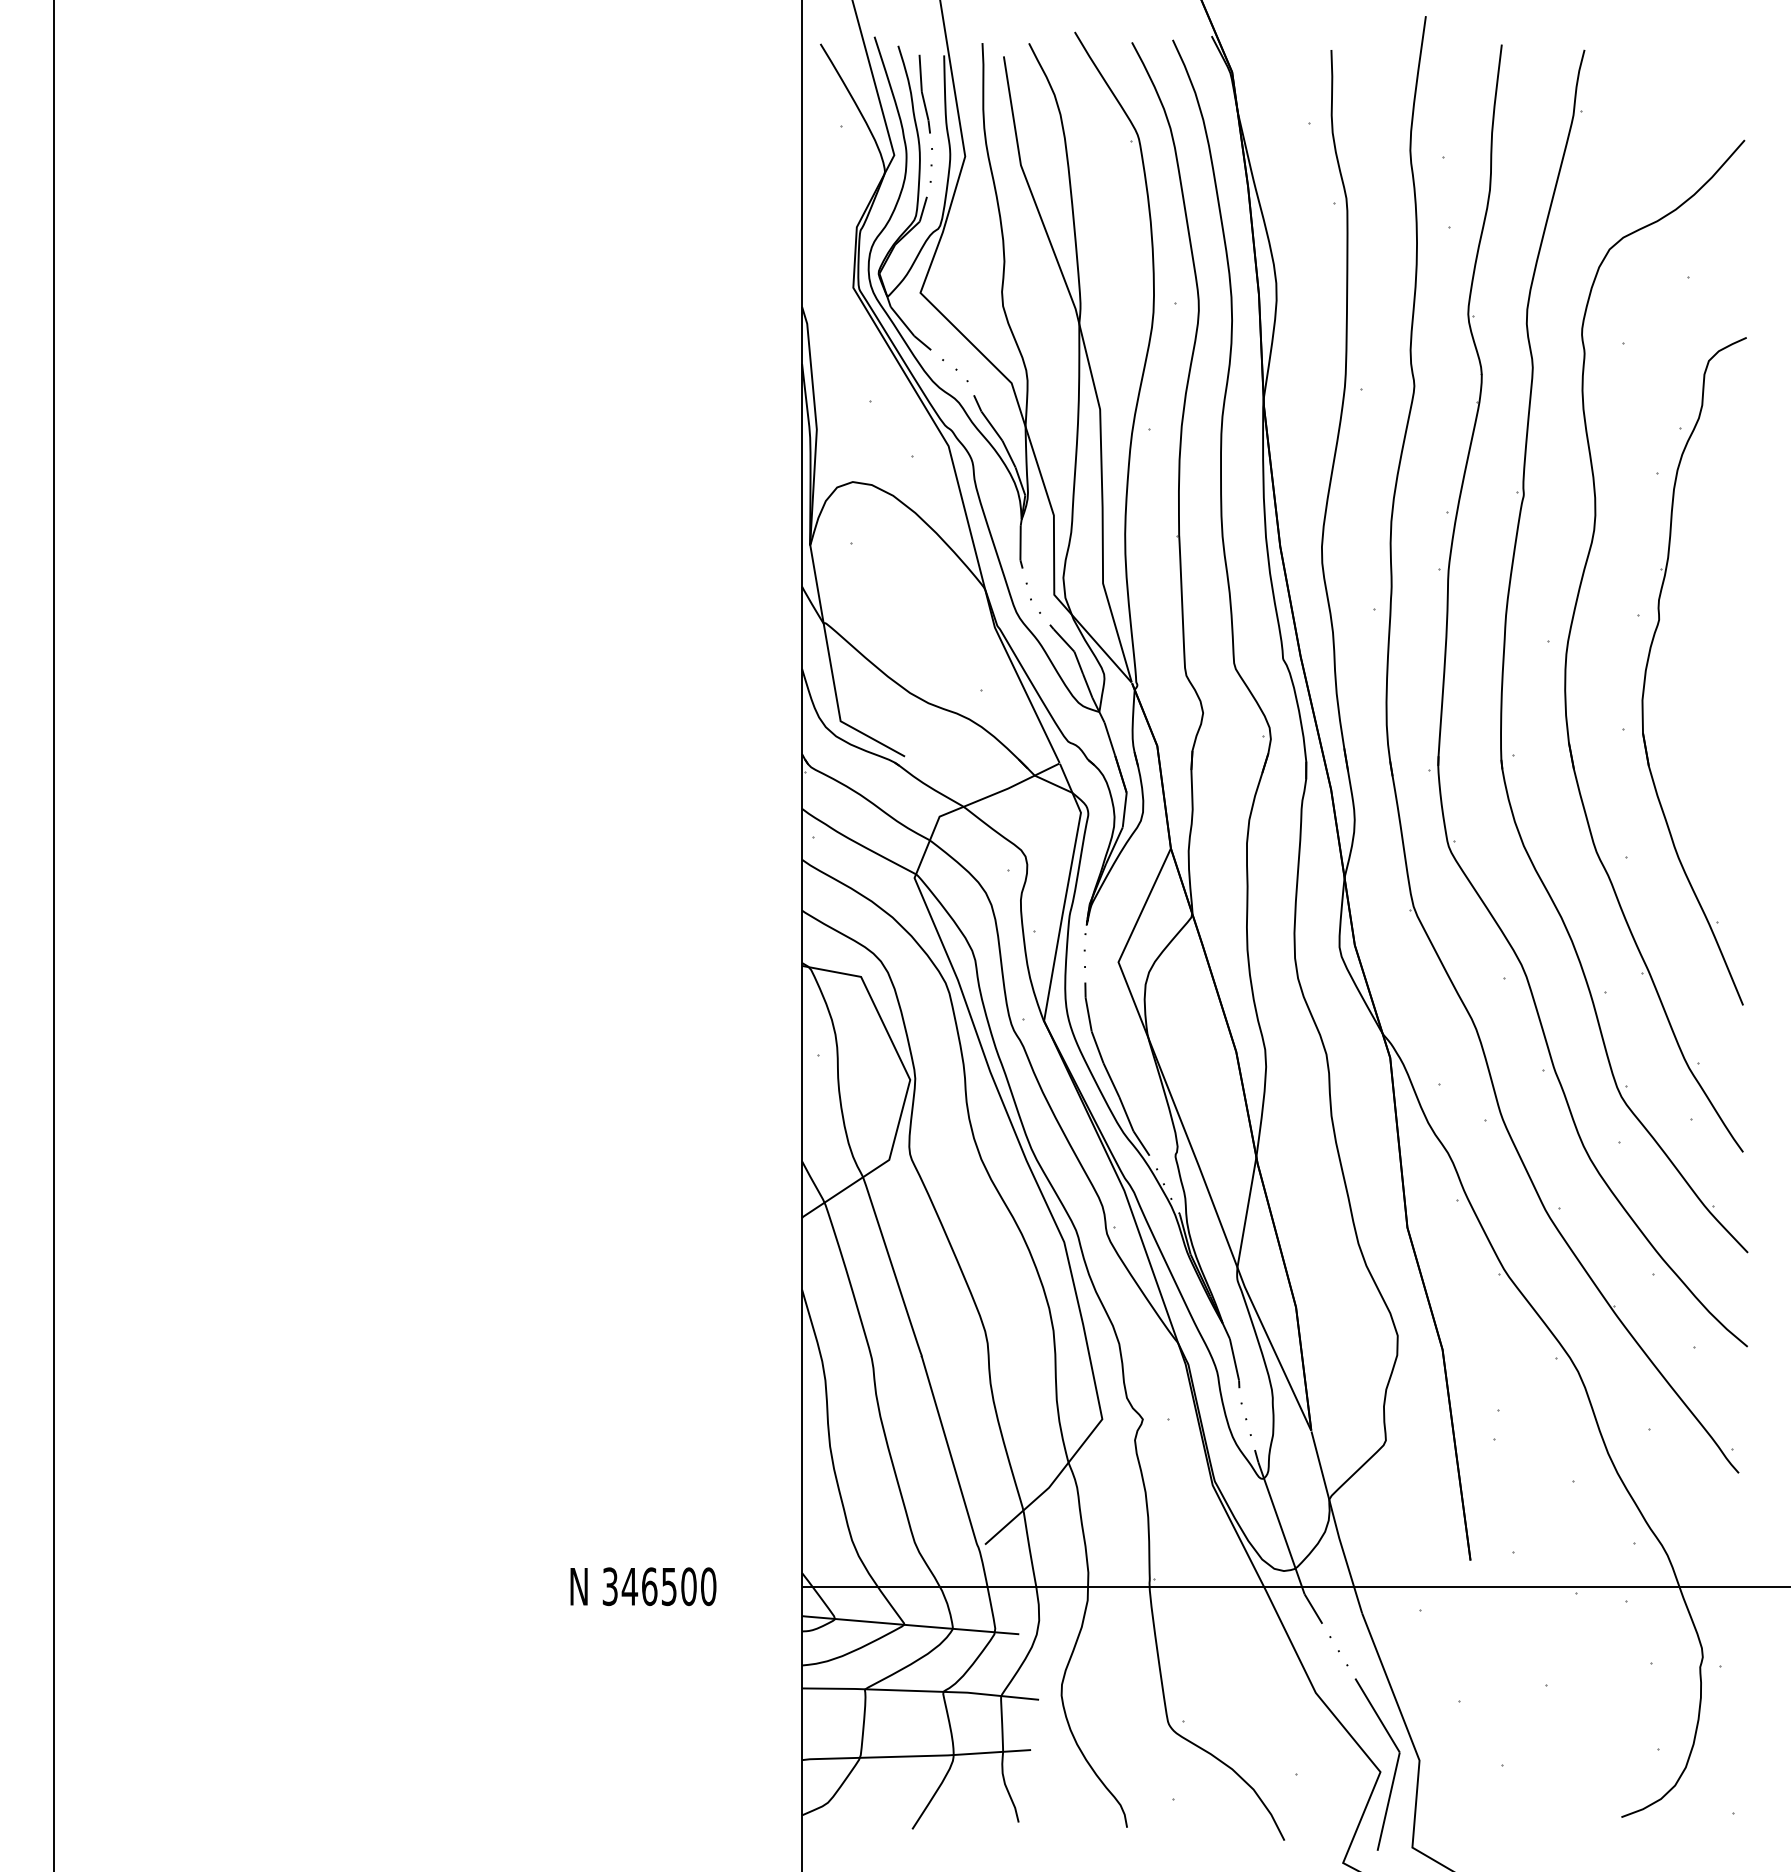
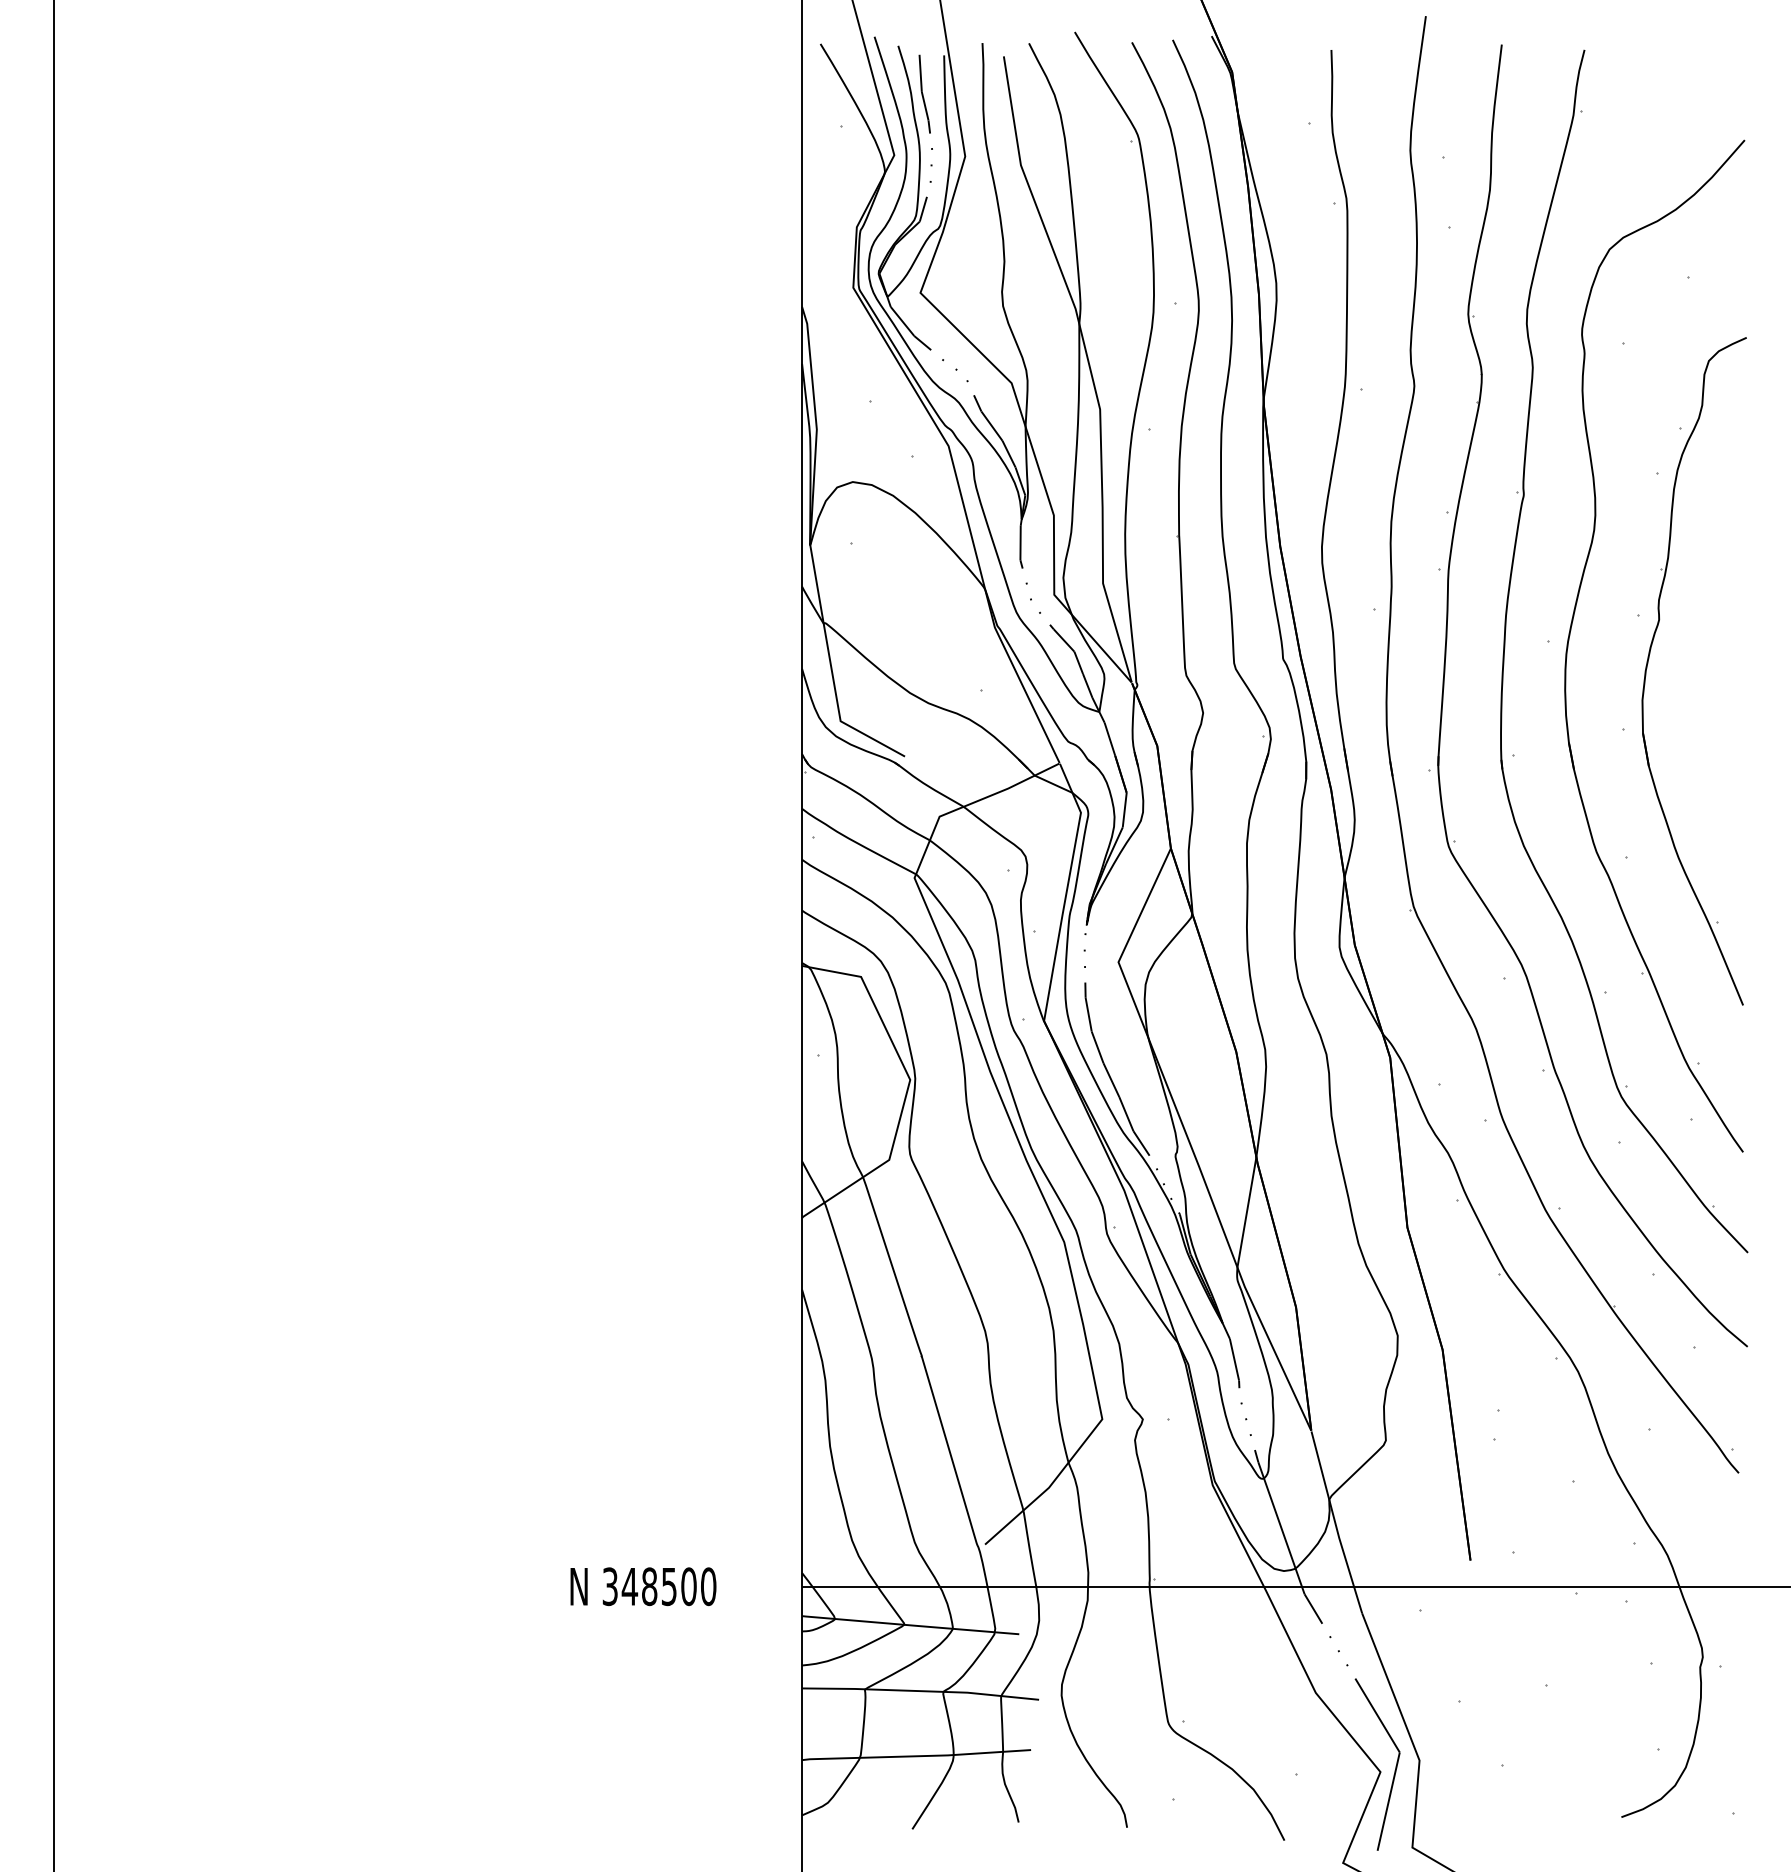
text at (649, 1586): 346500 -> 348500
